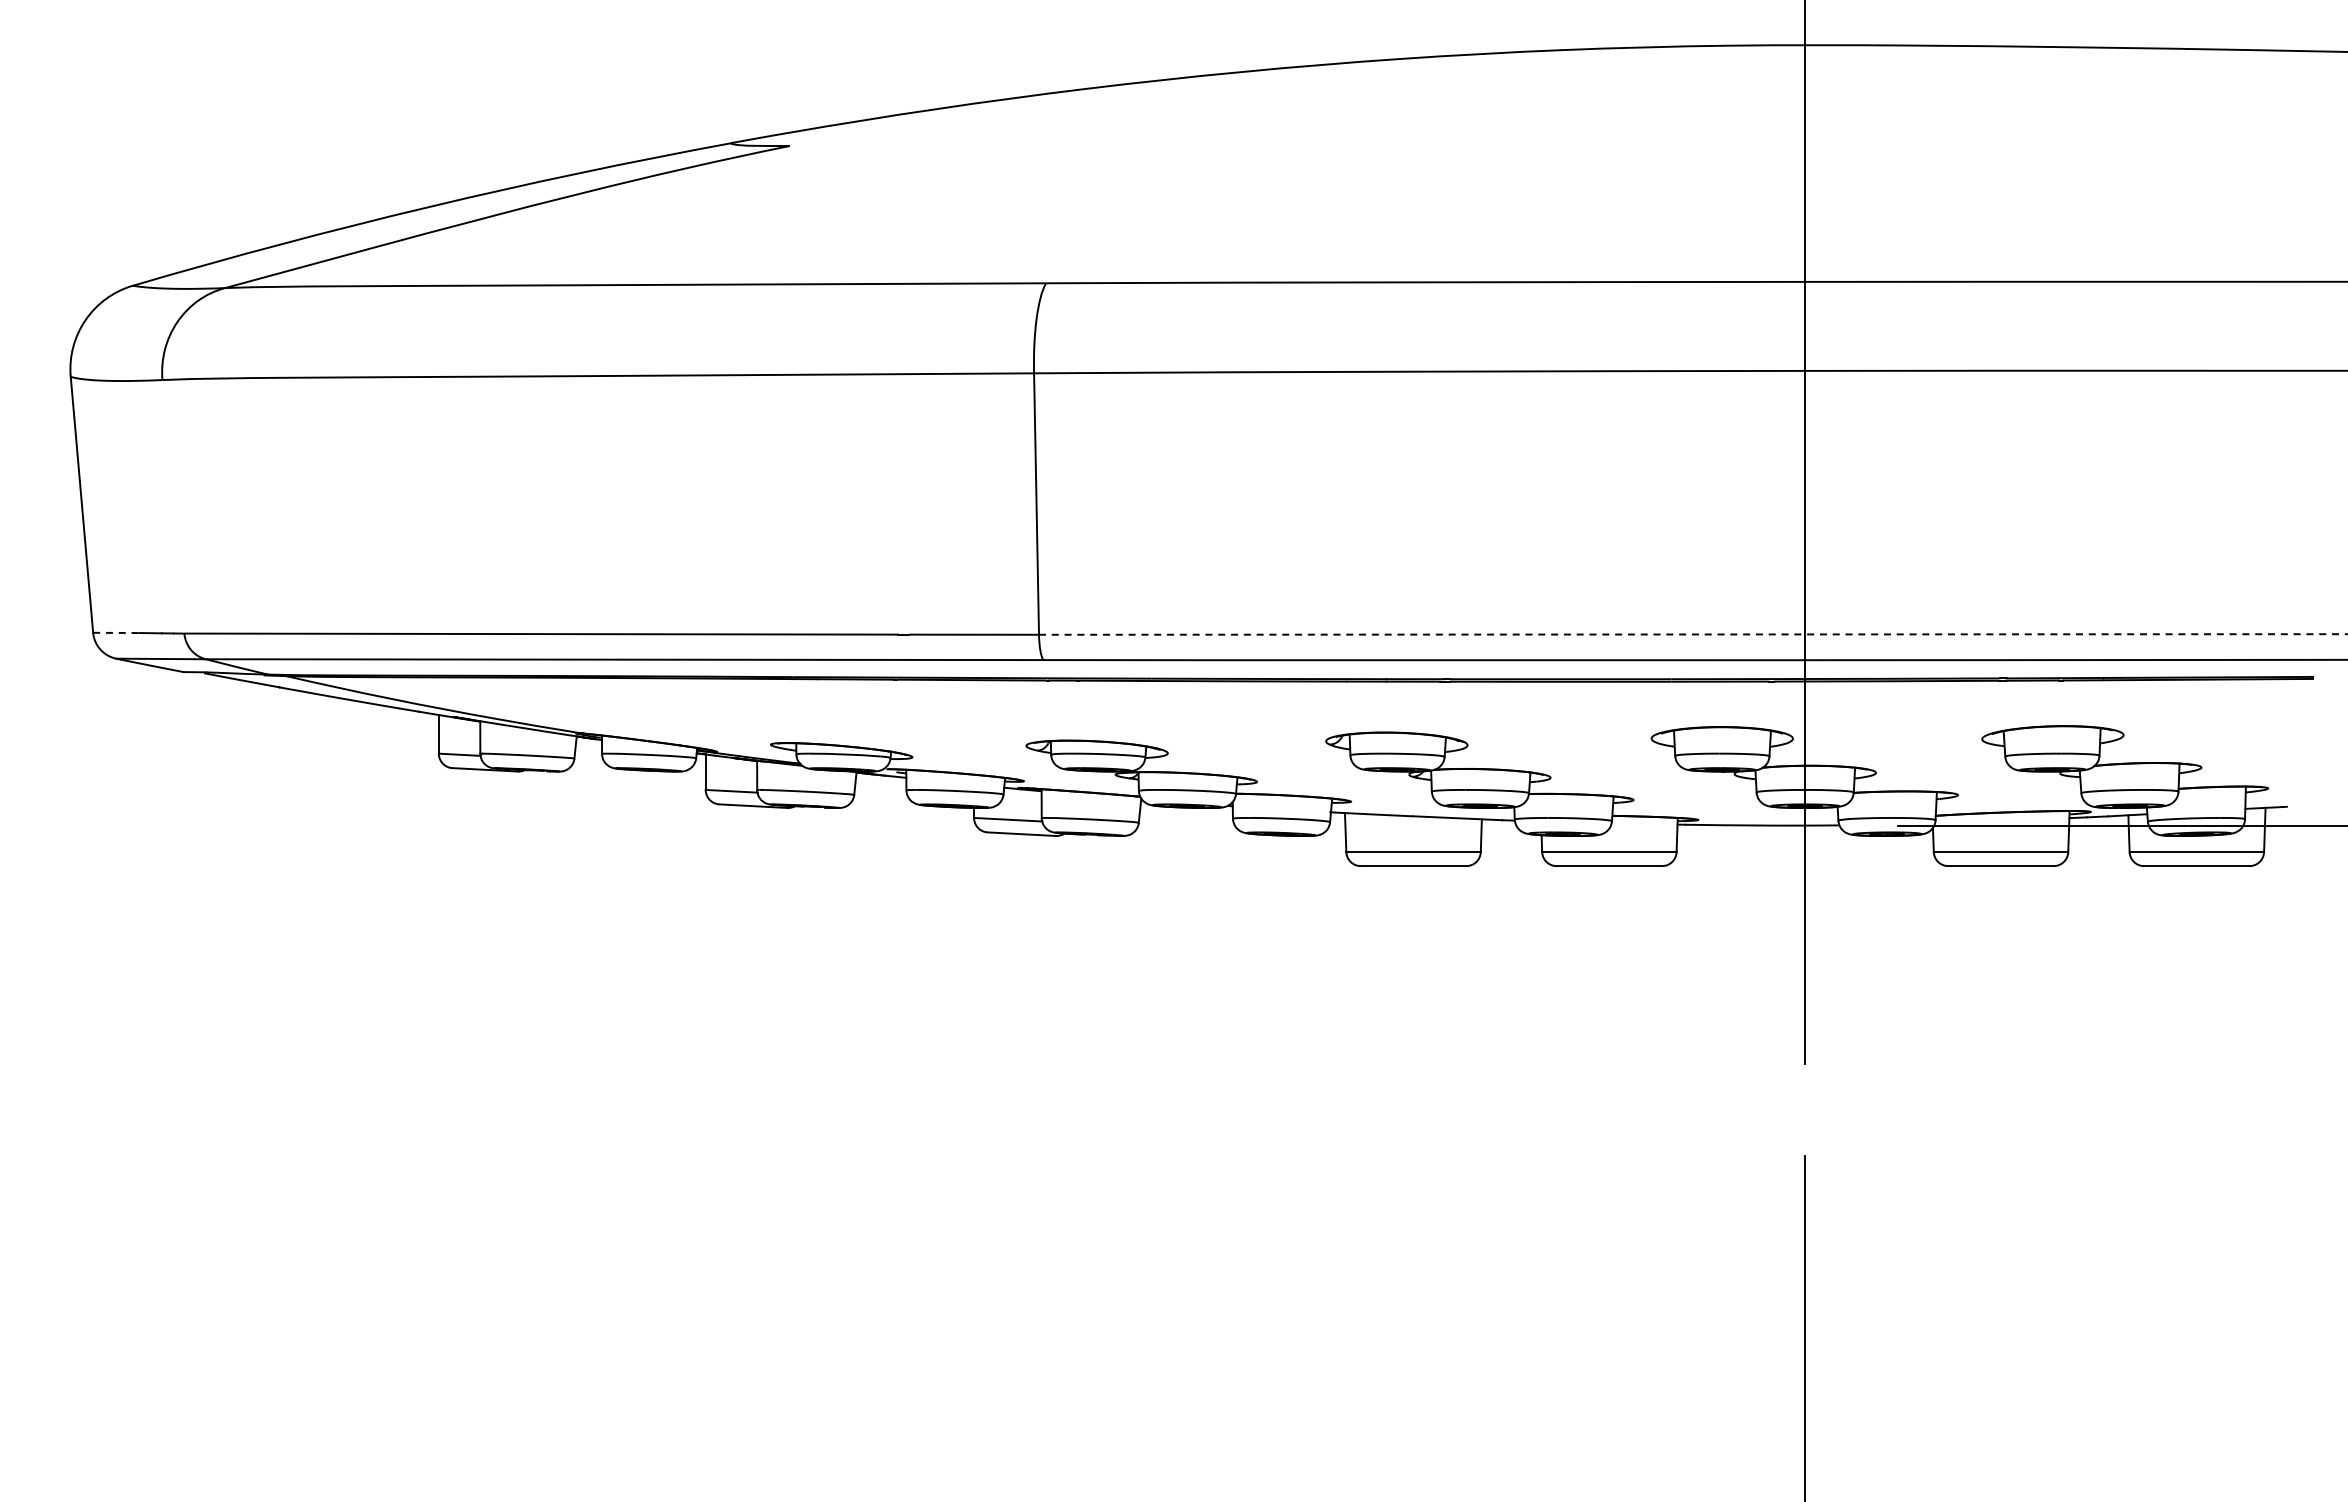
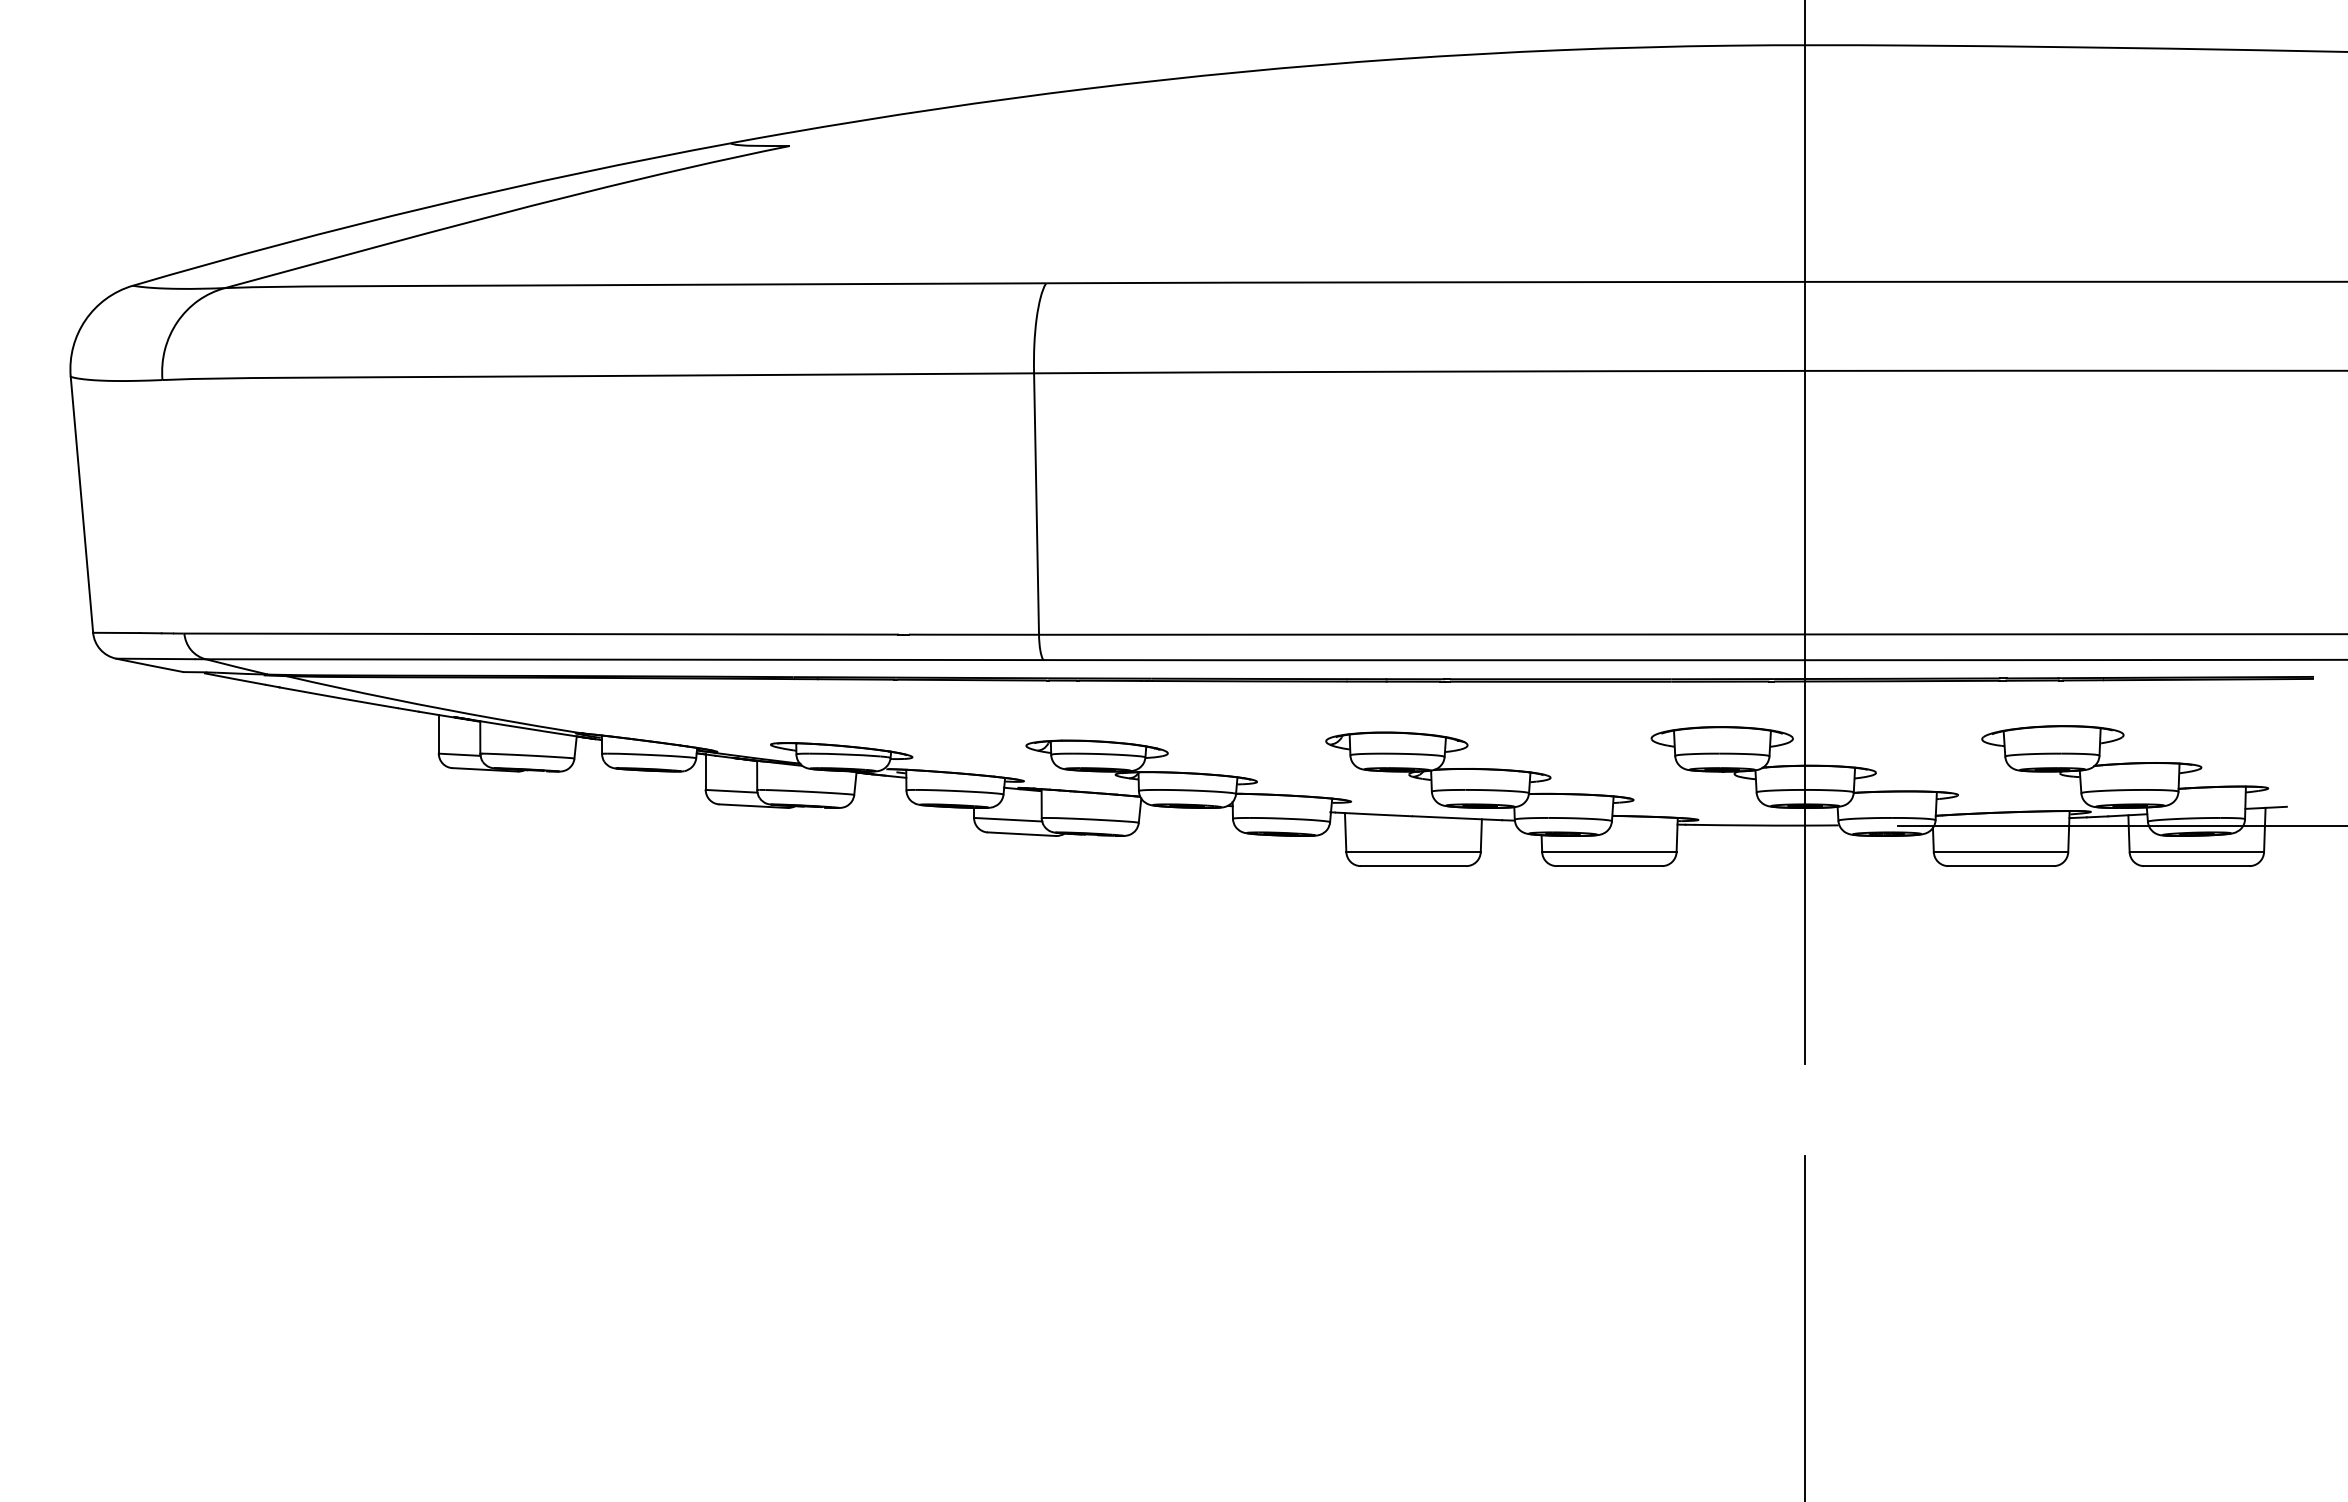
line at (116, 632): dashed -> solid
line at (1693, 634): dashed -> solid
